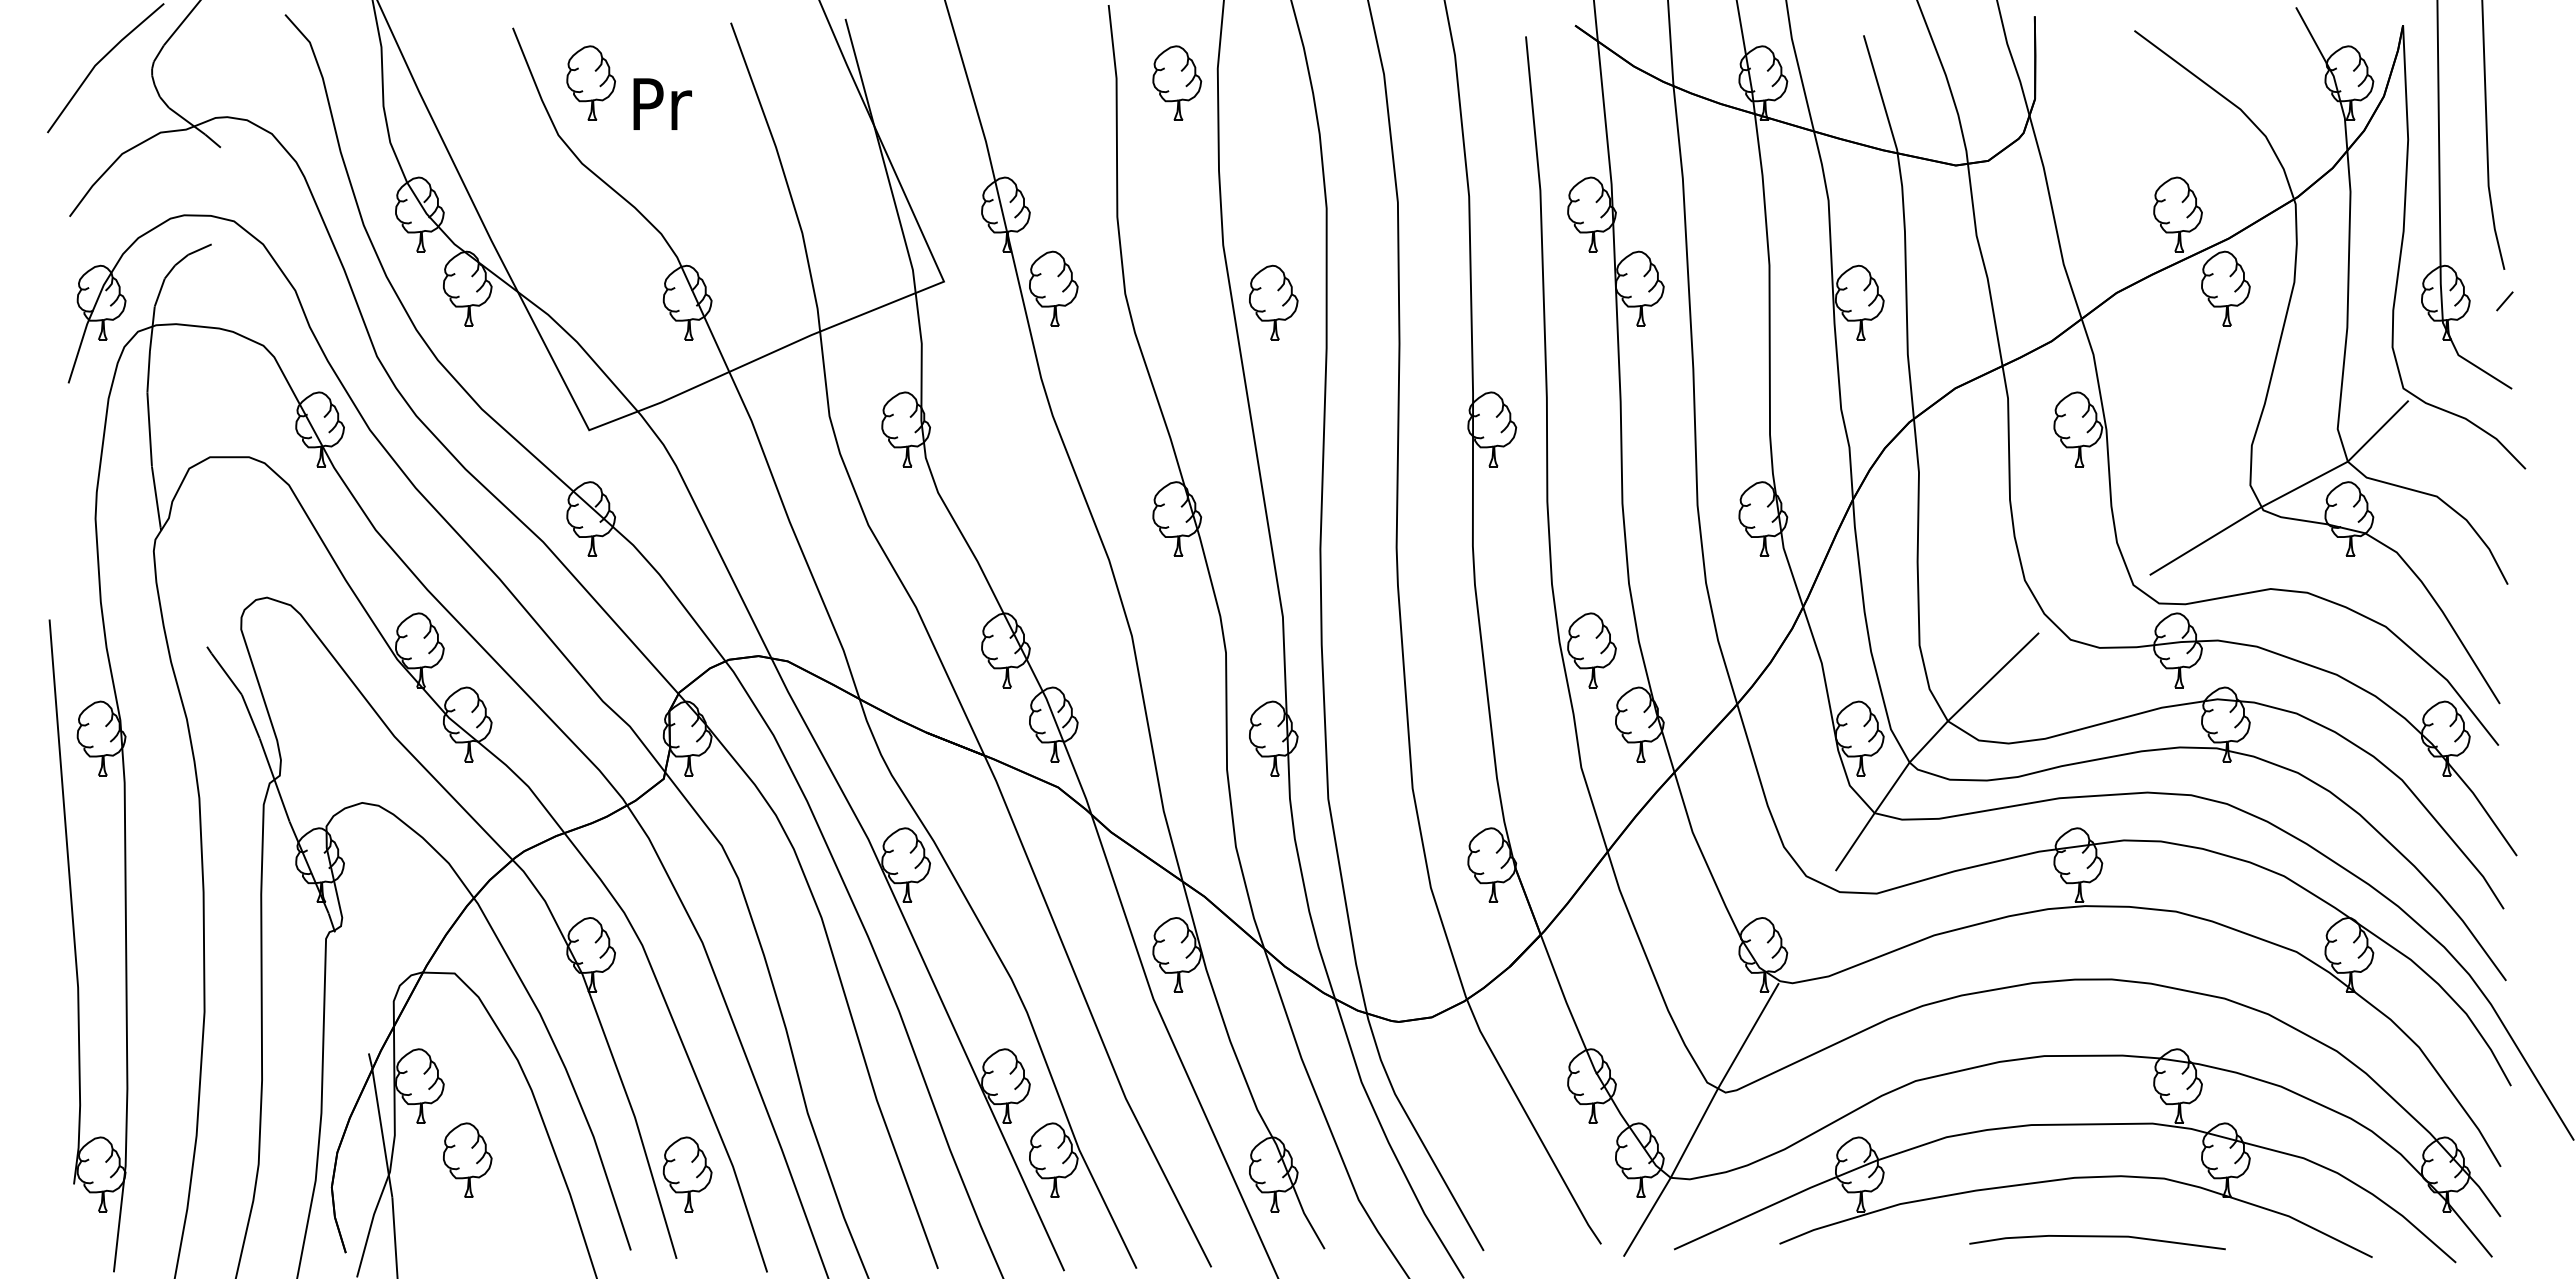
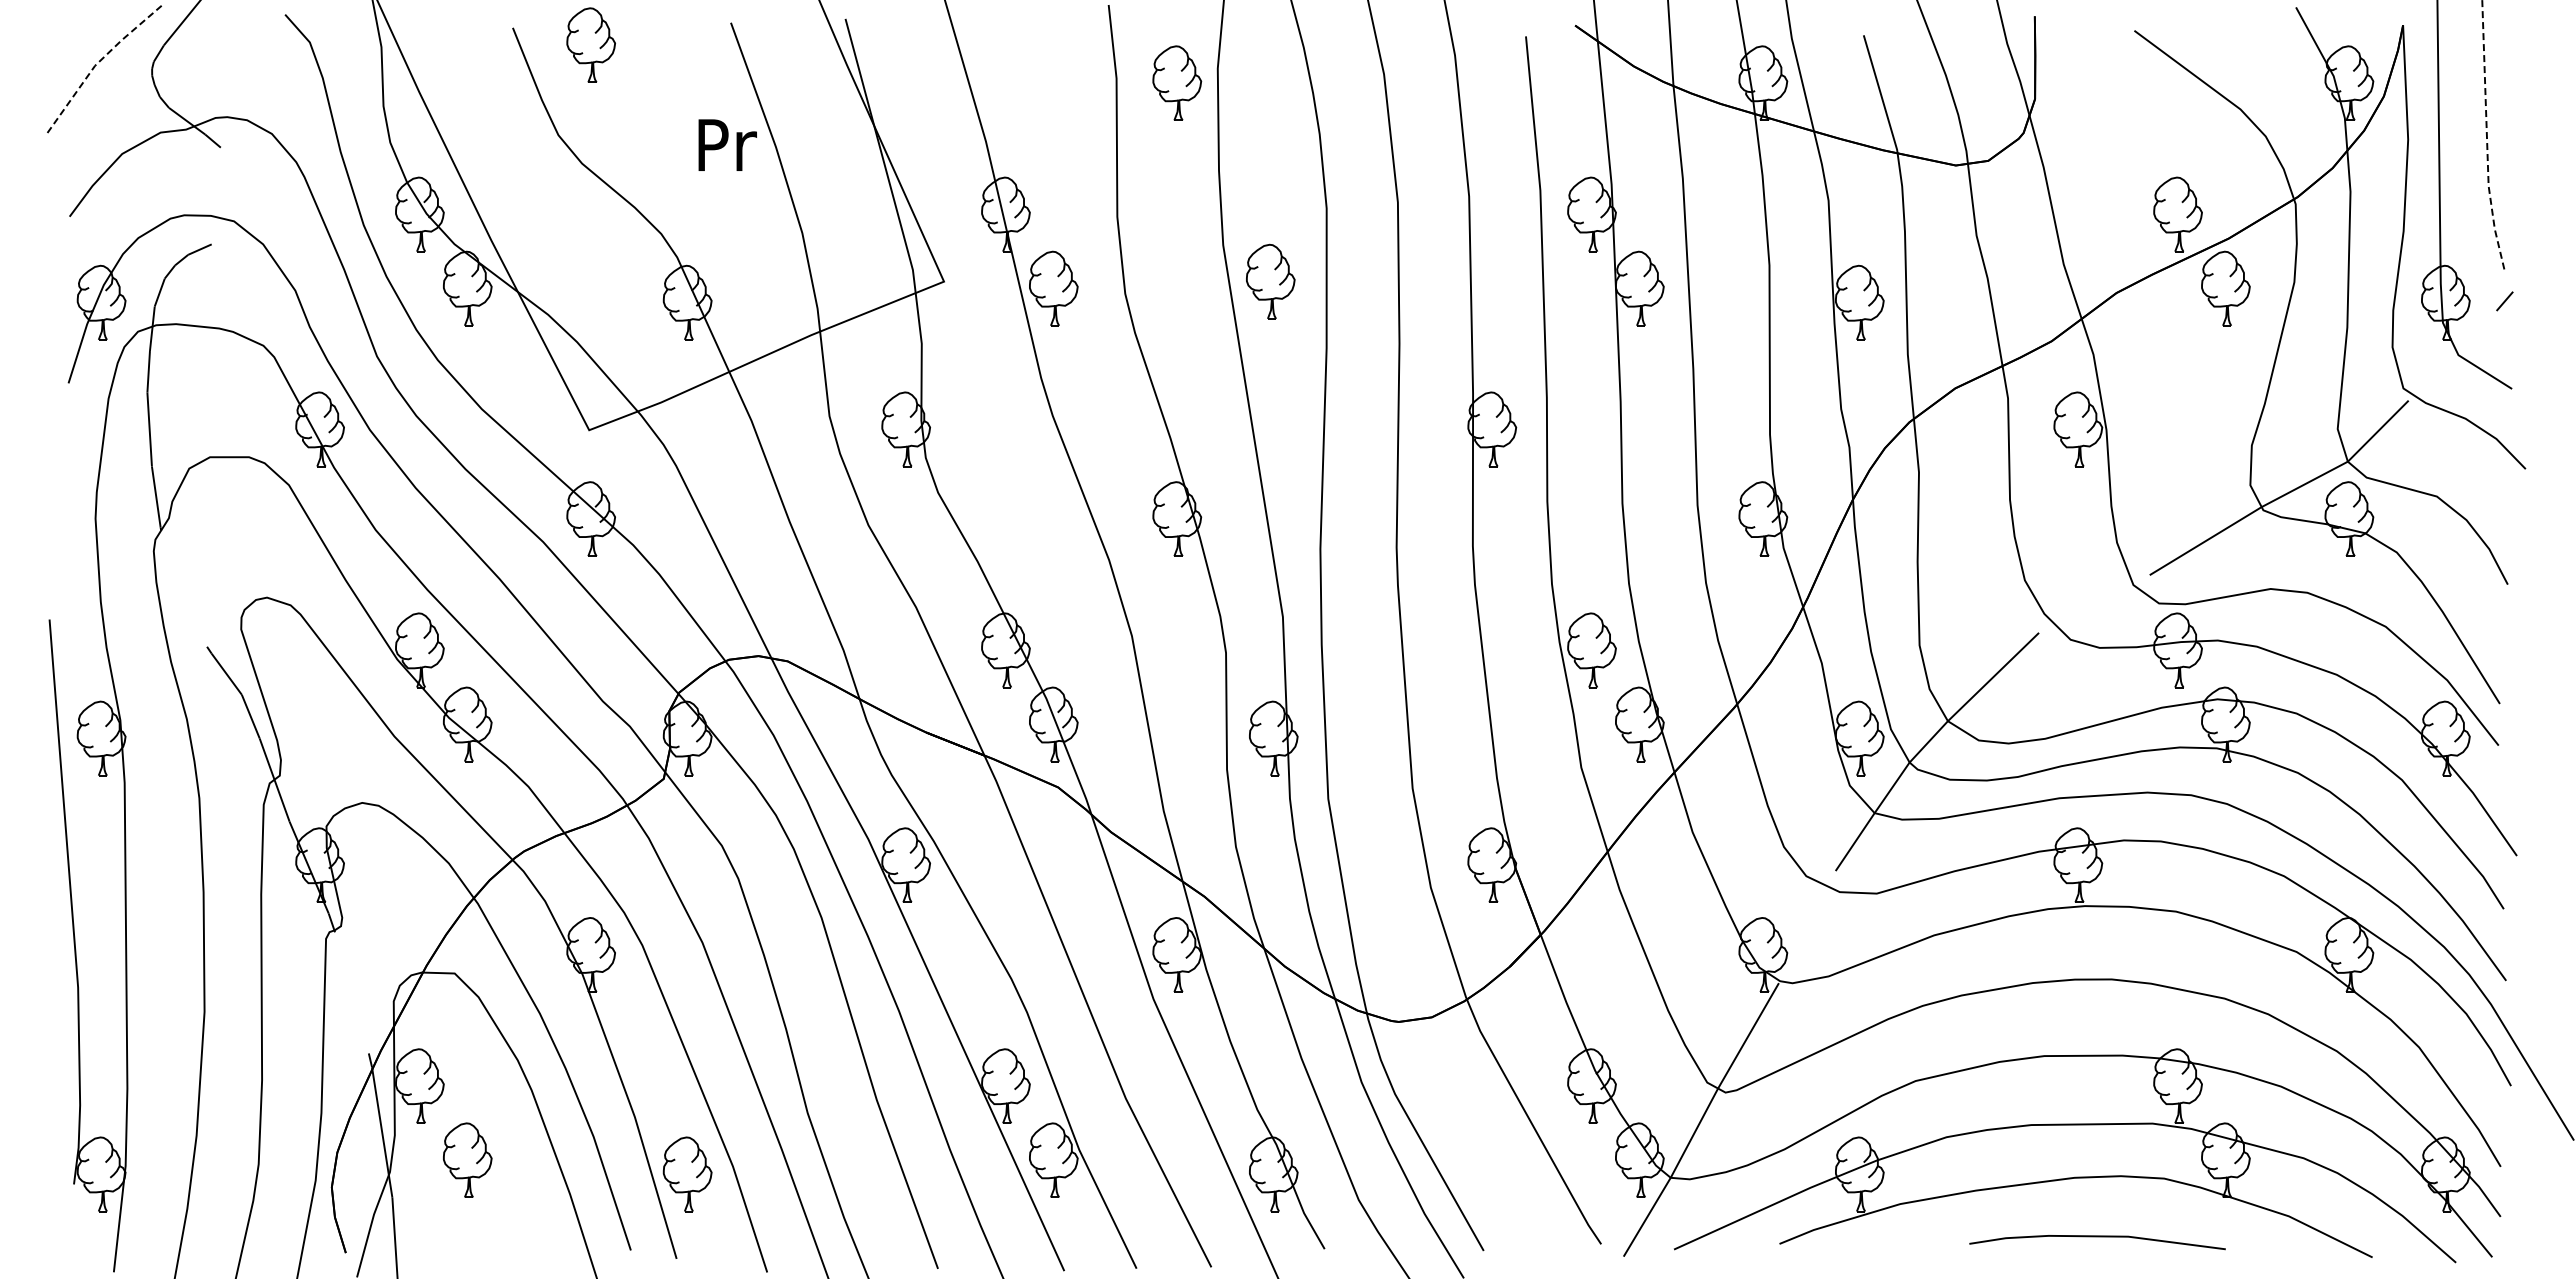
line at (98, 62): solid -> dashed
part at (590, 82) position: (590, 82) -> (590, 44)
text at (662, 103) position: (662, 103) -> (727, 144)
line at (2486, 137): solid -> dashed
part at (1273, 302) position: (1273, 302) -> (1270, 281)
